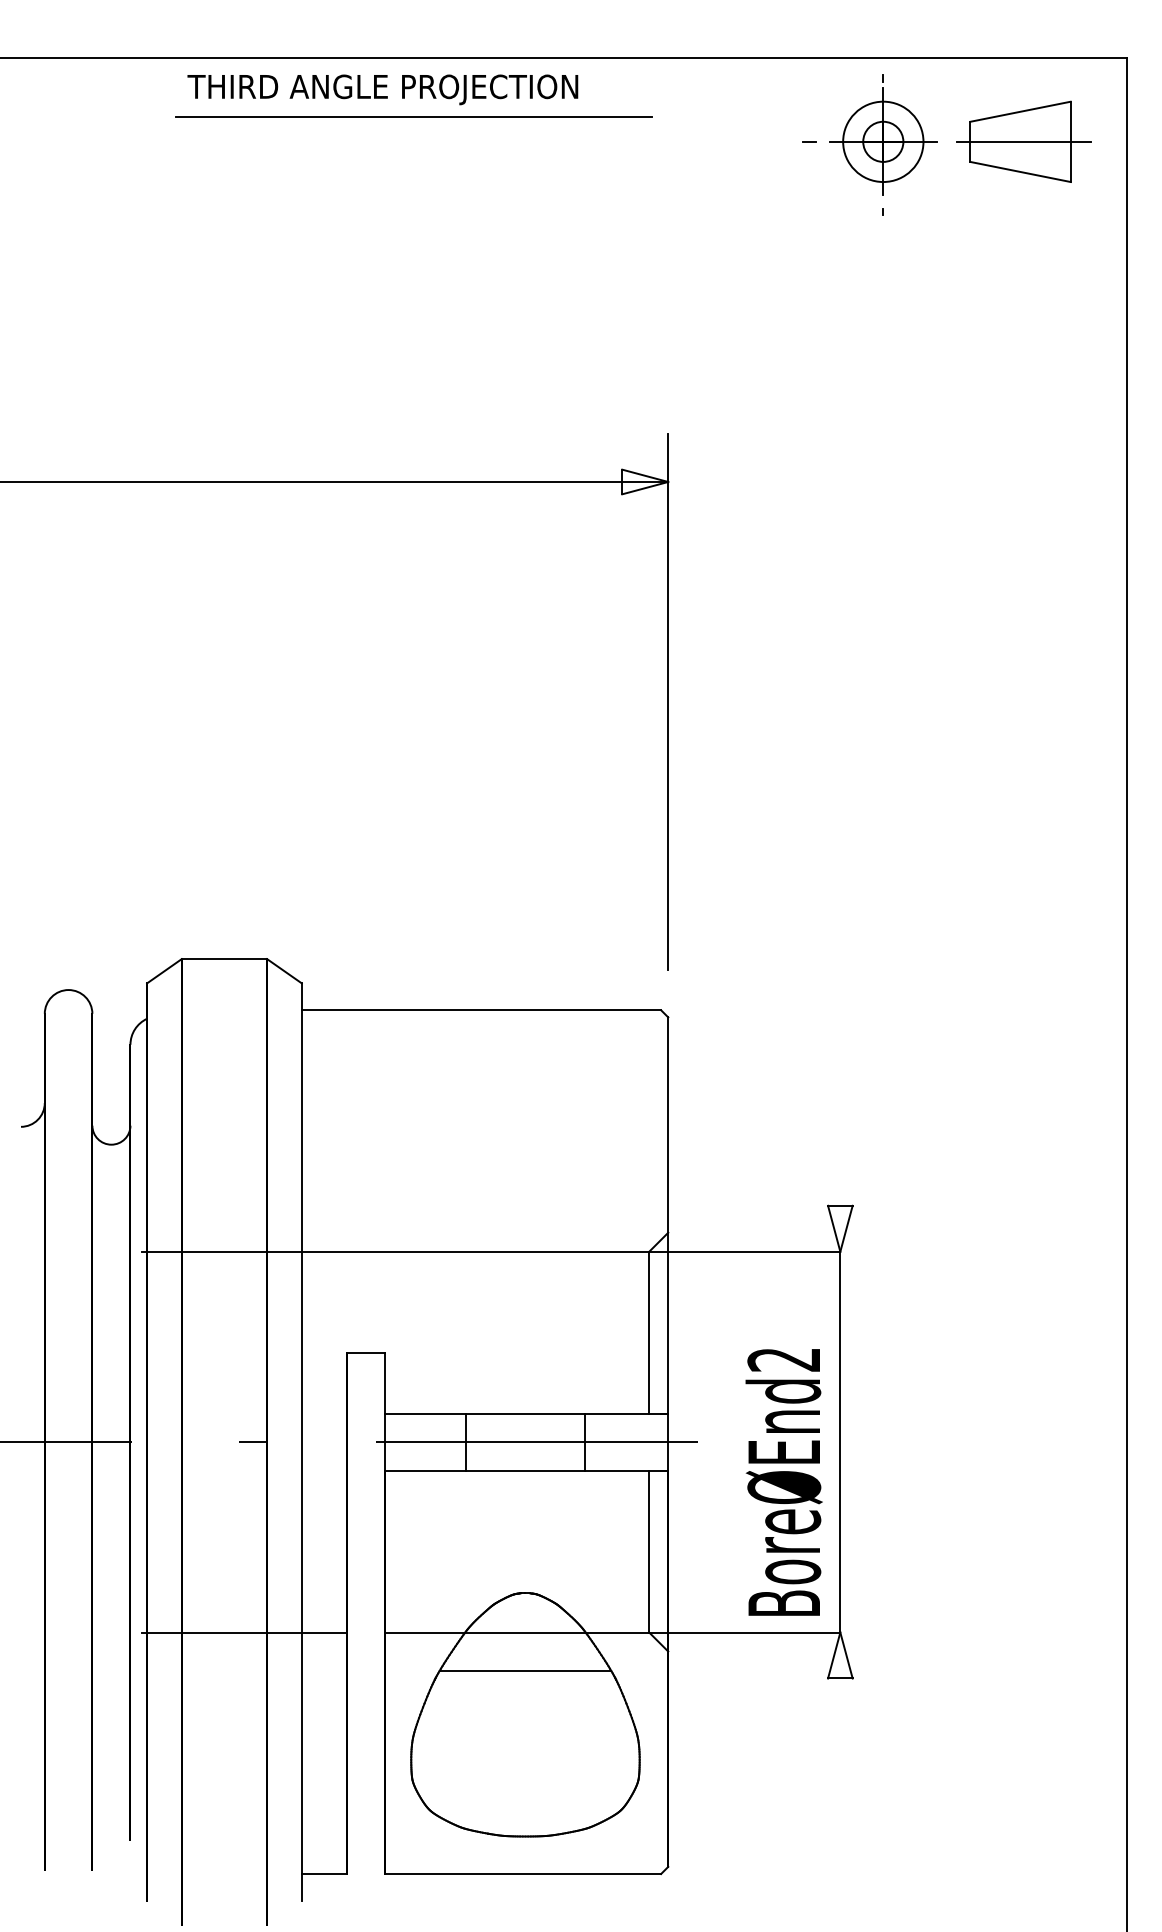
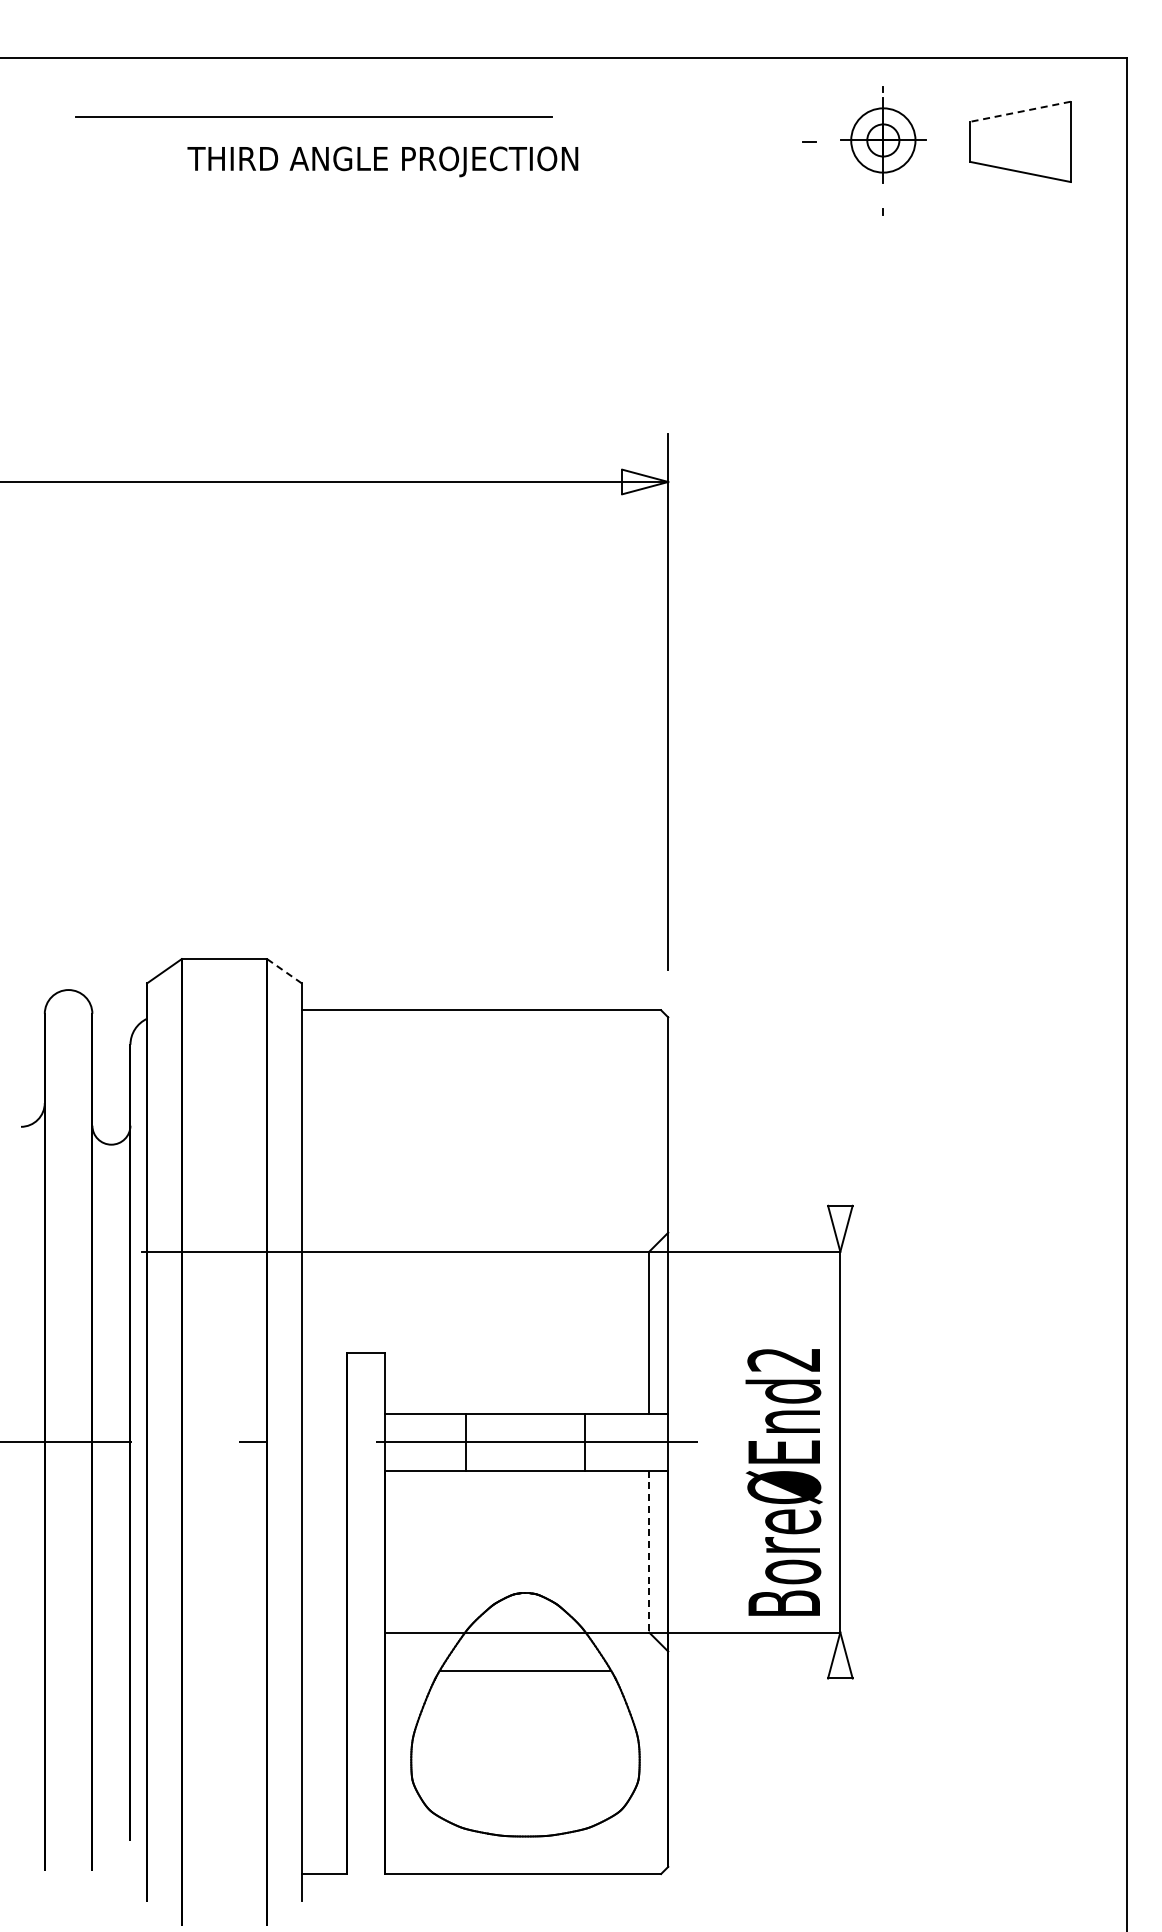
text at (382, 89) position: (382, 89) -> (382, 161)
line at (1020, 111): solid -> dashed
line at (413, 116) position: (413, 116) -> (313, 116)
part at (883, 134) size: 109x122 px -> 87x98 px
line at (1023, 141): present -> none
line at (284, 970): solid -> dashed
line at (649, 1551): solid -> dashed
line at (244, 1632): present -> none
